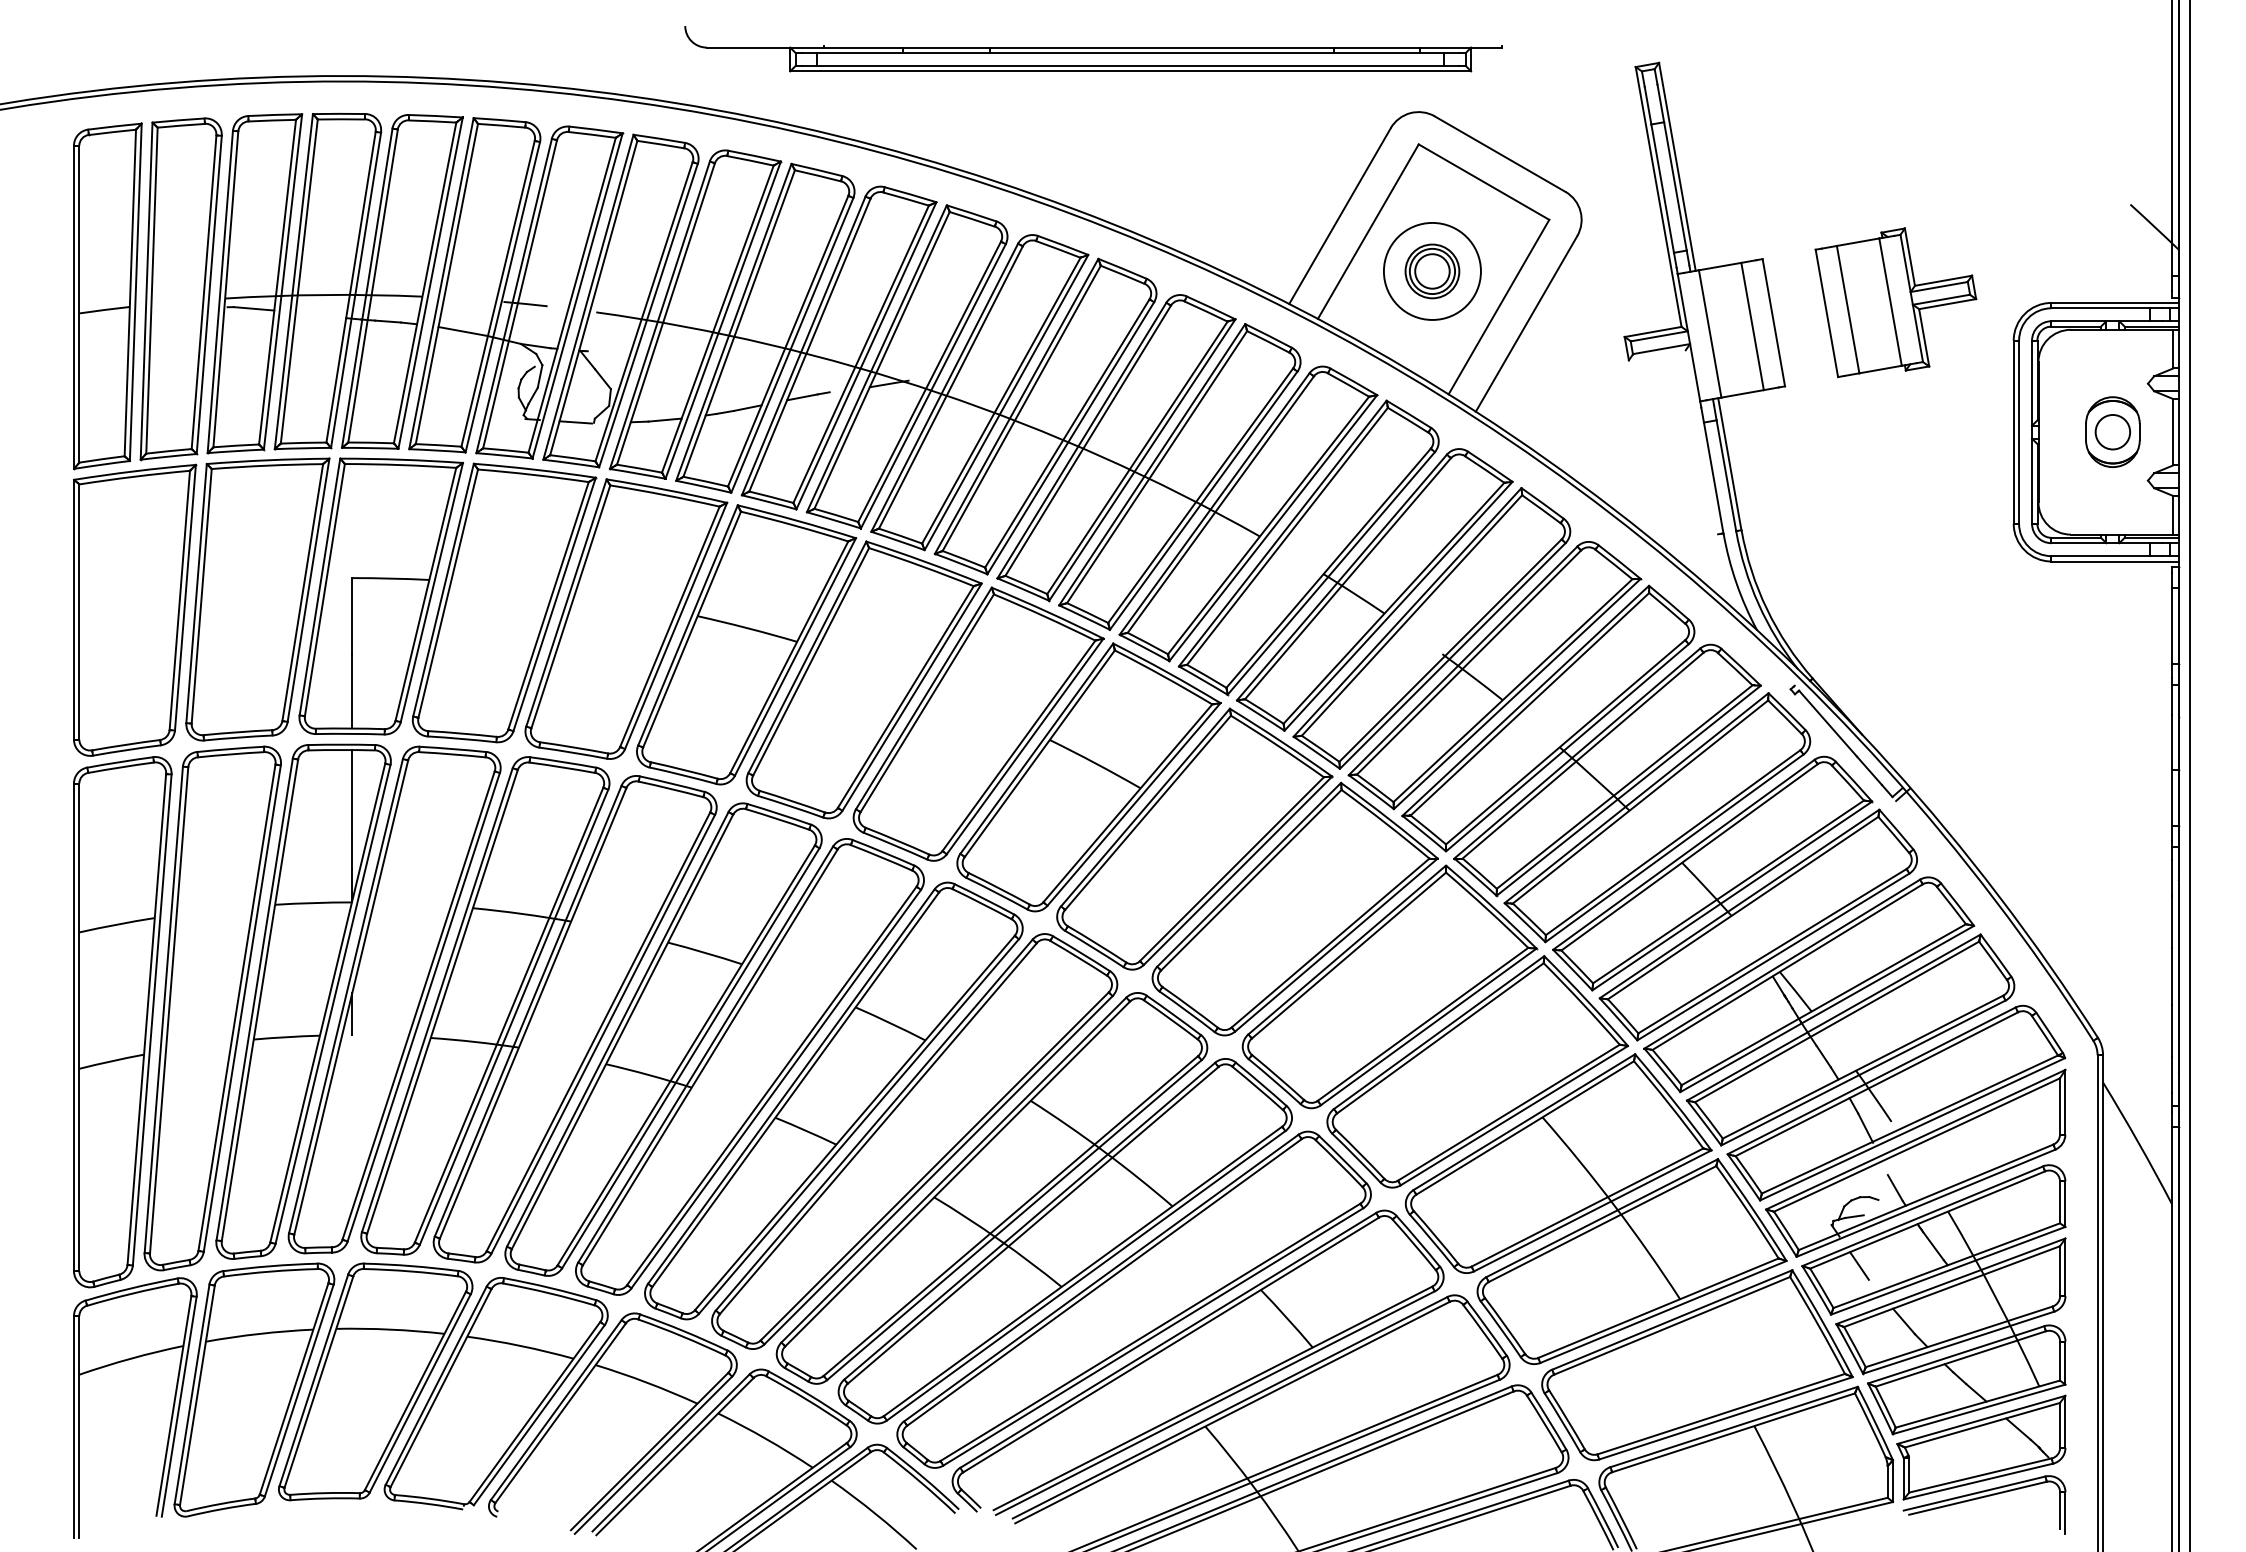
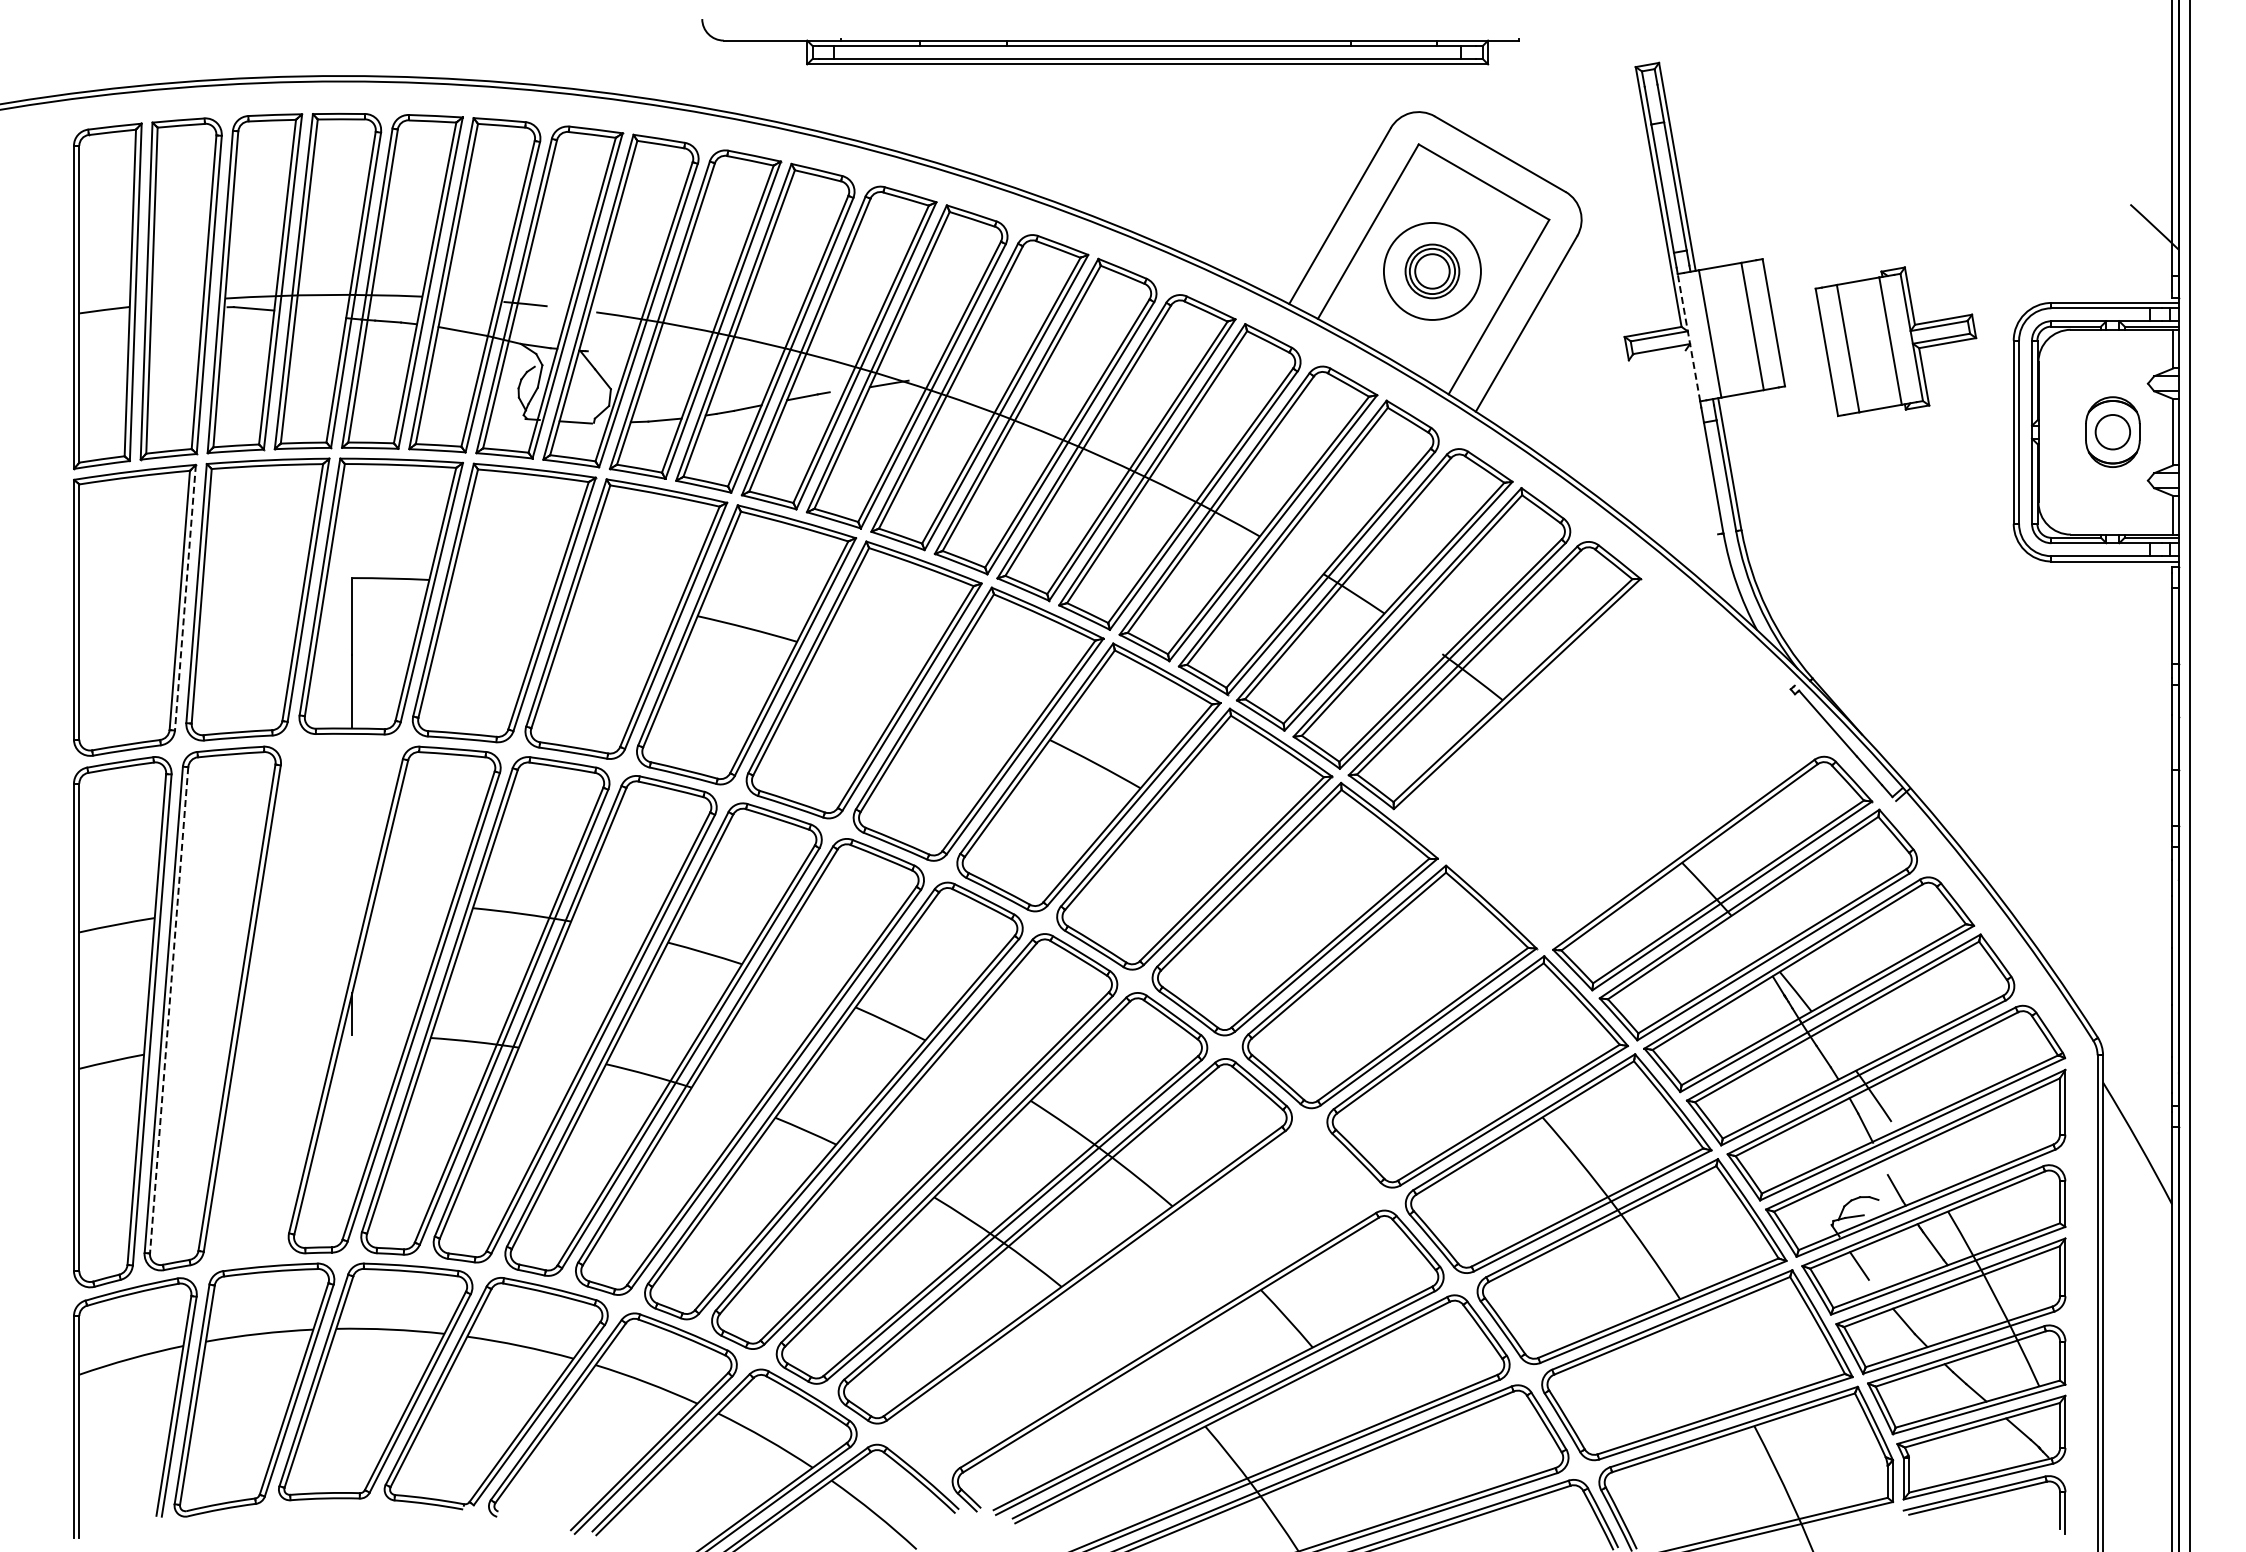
part at (1093, 49) position: (1093, 49) -> (1110, 42)
part at (1895, 302) position: (1895, 302) -> (1895, 341)
line at (1688, 337): solid -> dashed
line at (185, 598): solid -> dashed
part at (1606, 763): present -> none
part at (303, 1001): present -> none
line at (169, 1010): solid -> dashed
part at (1133, 1299): present -> none
